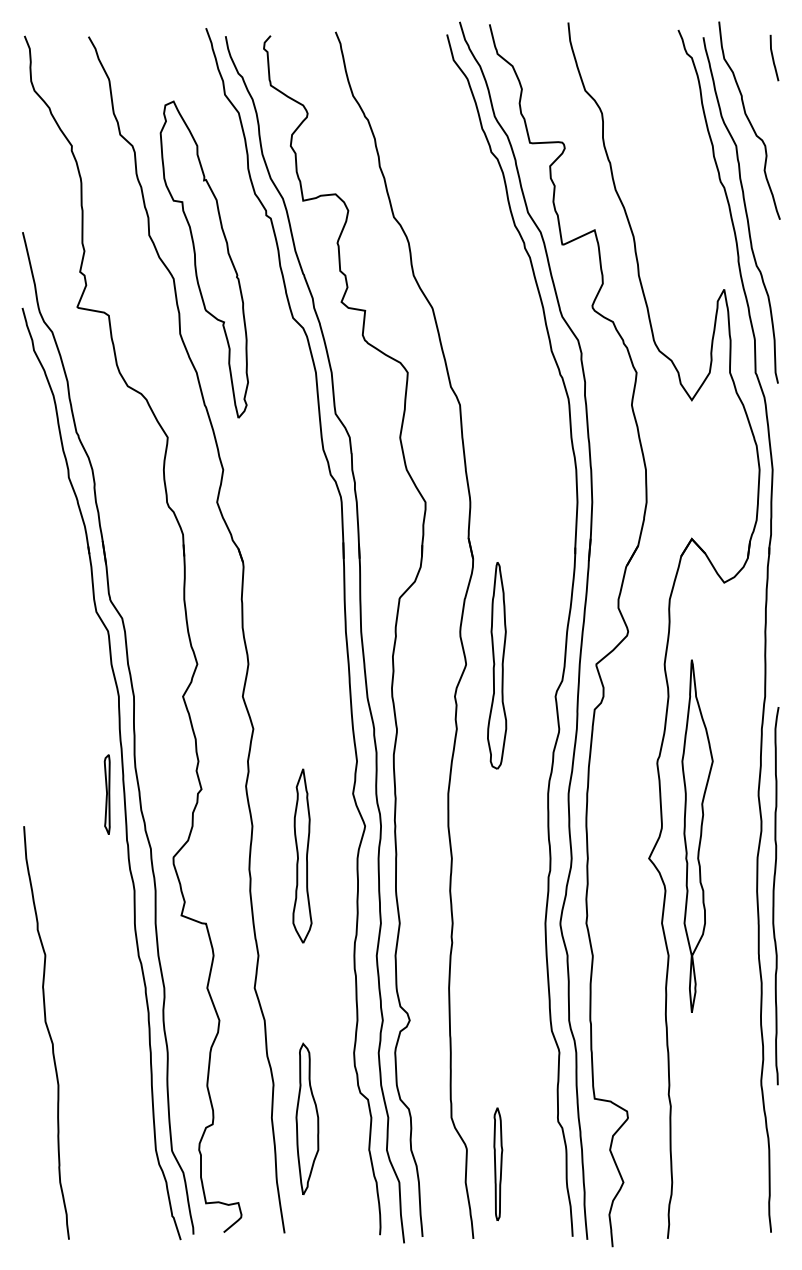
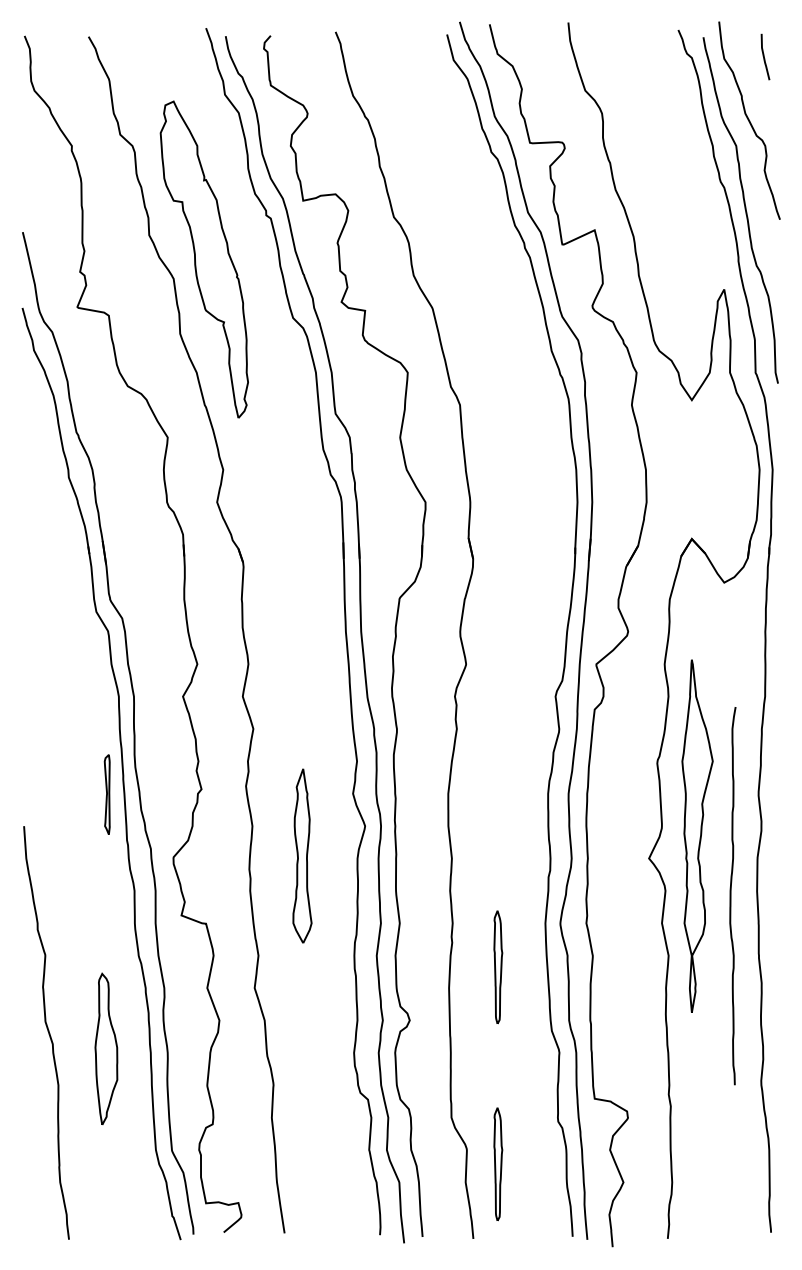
line at (773, 57) position: (773, 57) -> (764, 56)
part at (497, 665): present -> none
curve at (774, 896) position: (774, 896) -> (731, 896)
part at (498, 967): none -> present
part at (307, 1118) position: (307, 1118) -> (106, 1048)
